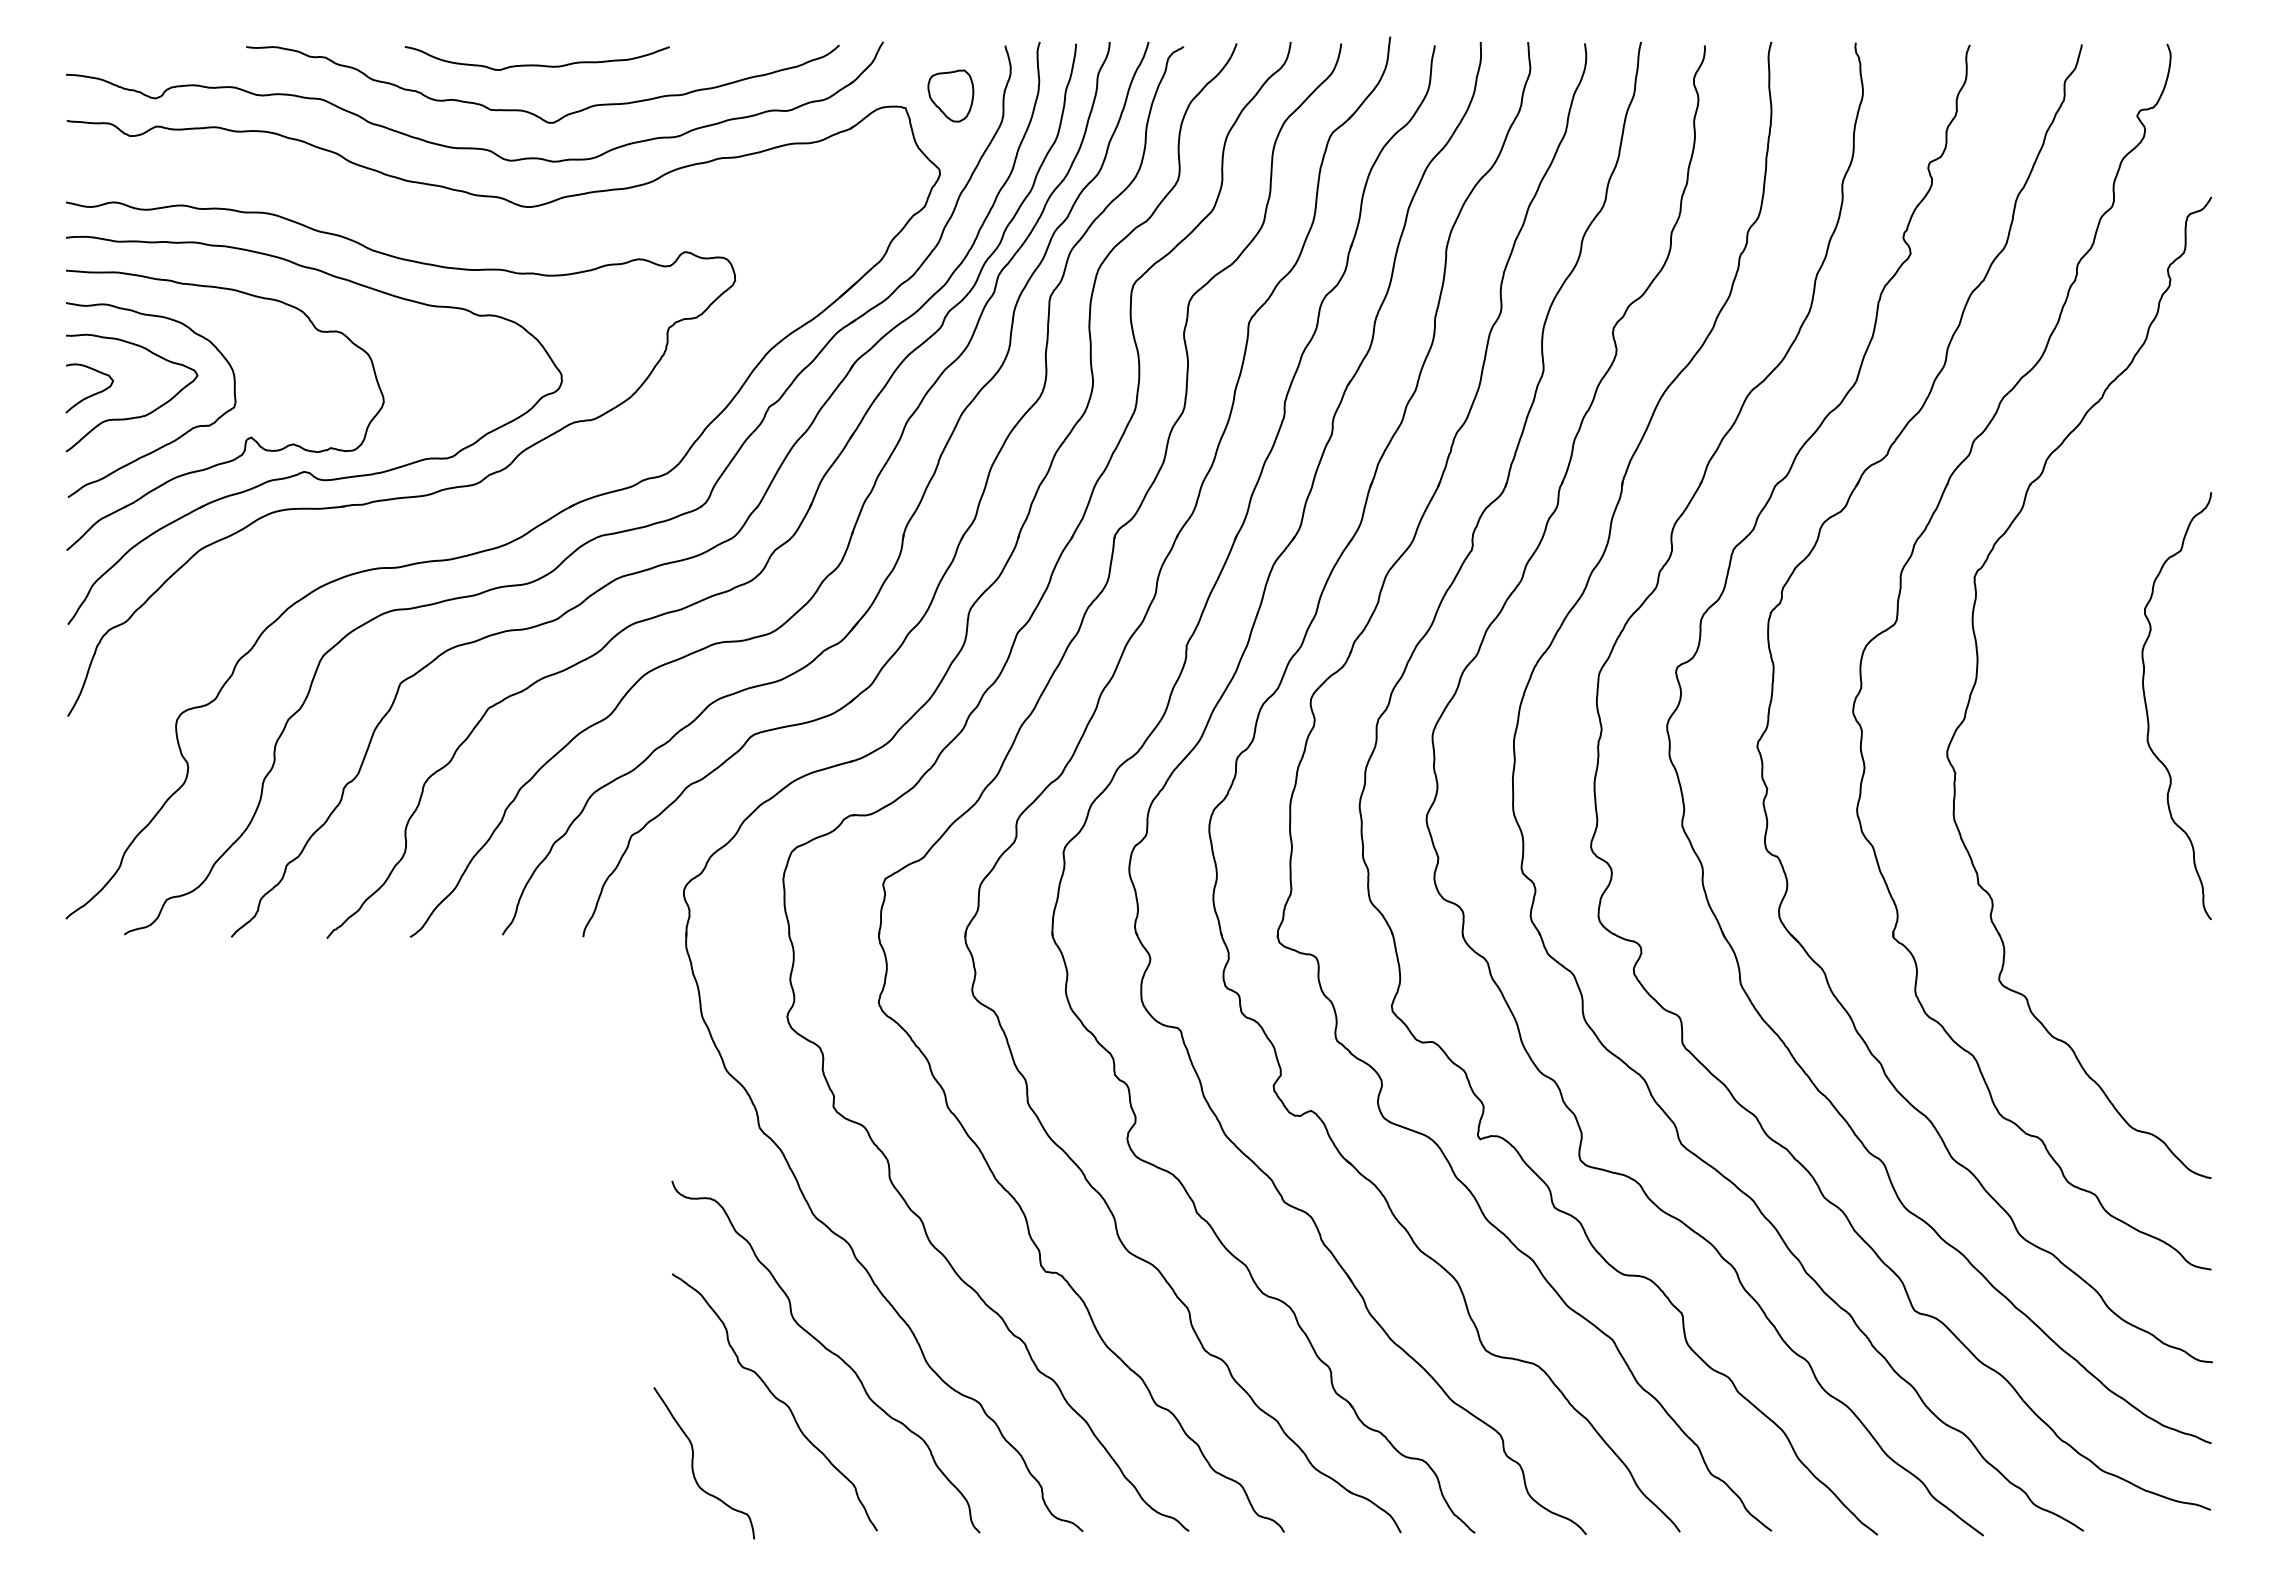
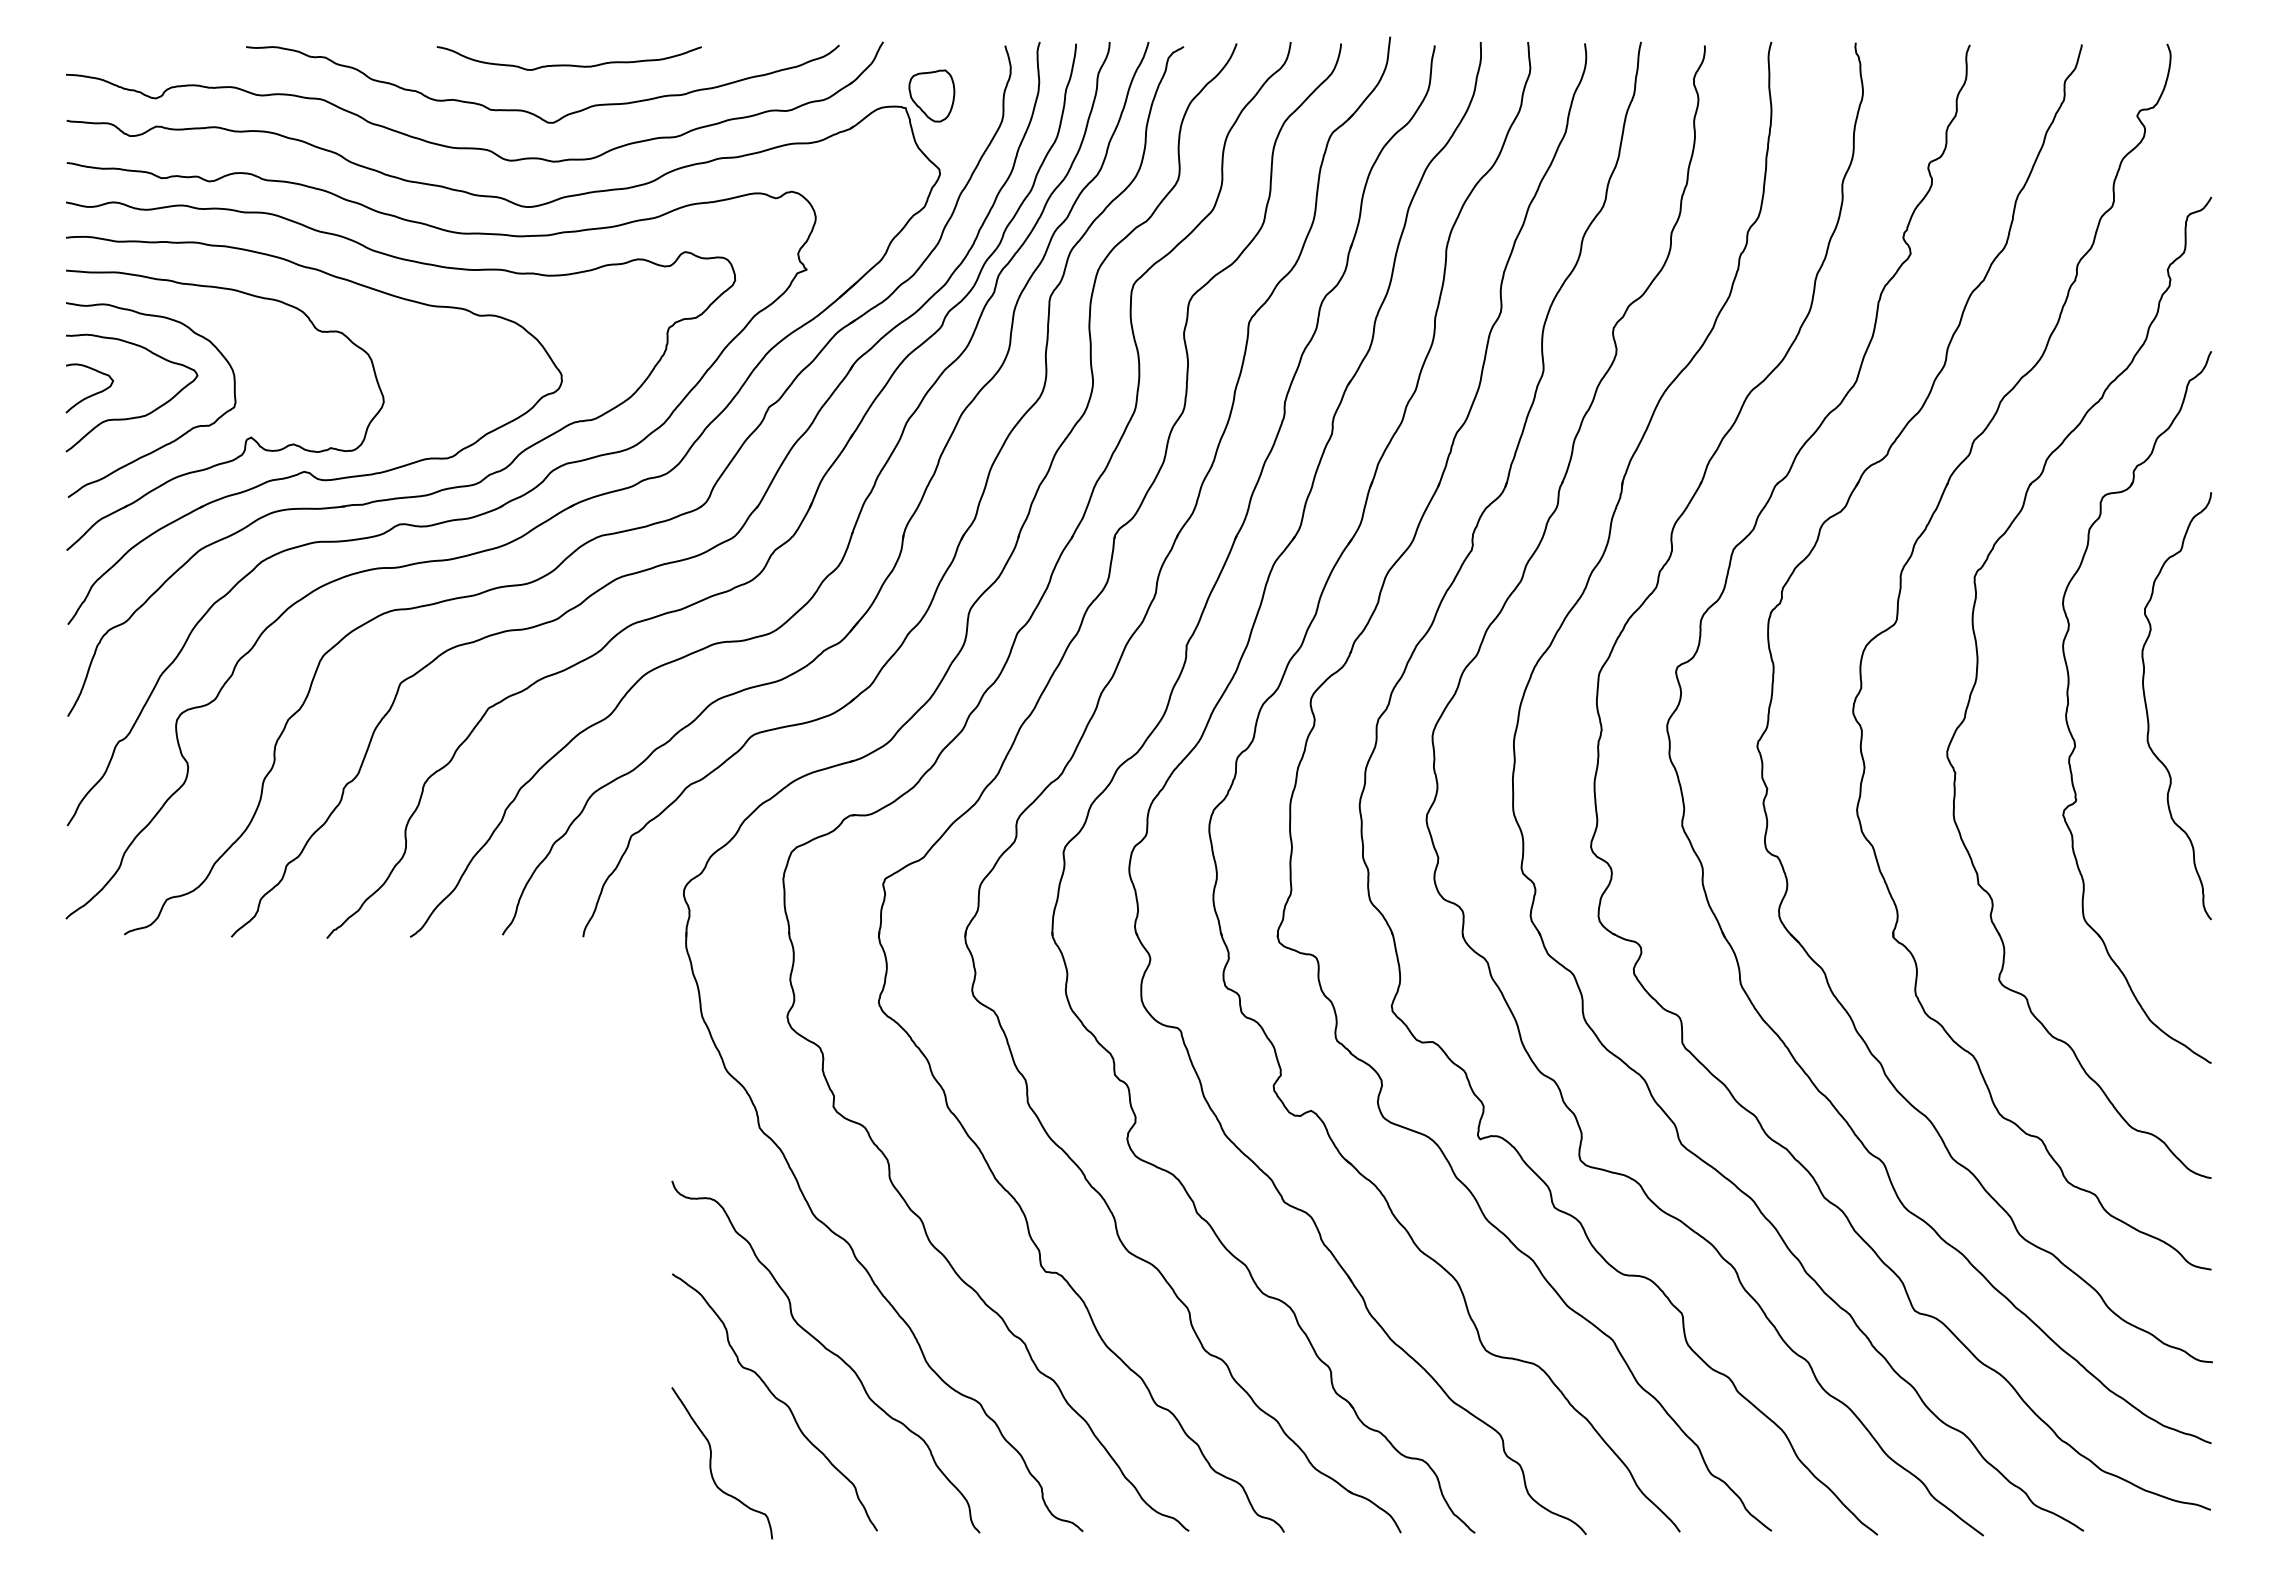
curve at (536, 64) position: (536, 64) -> (568, 64)
part at (950, 95) position: (950, 95) -> (931, 95)
part at (446, 520): none -> present
part at (2068, 707): none -> present
curve at (693, 1463) position: (693, 1463) -> (711, 1463)
